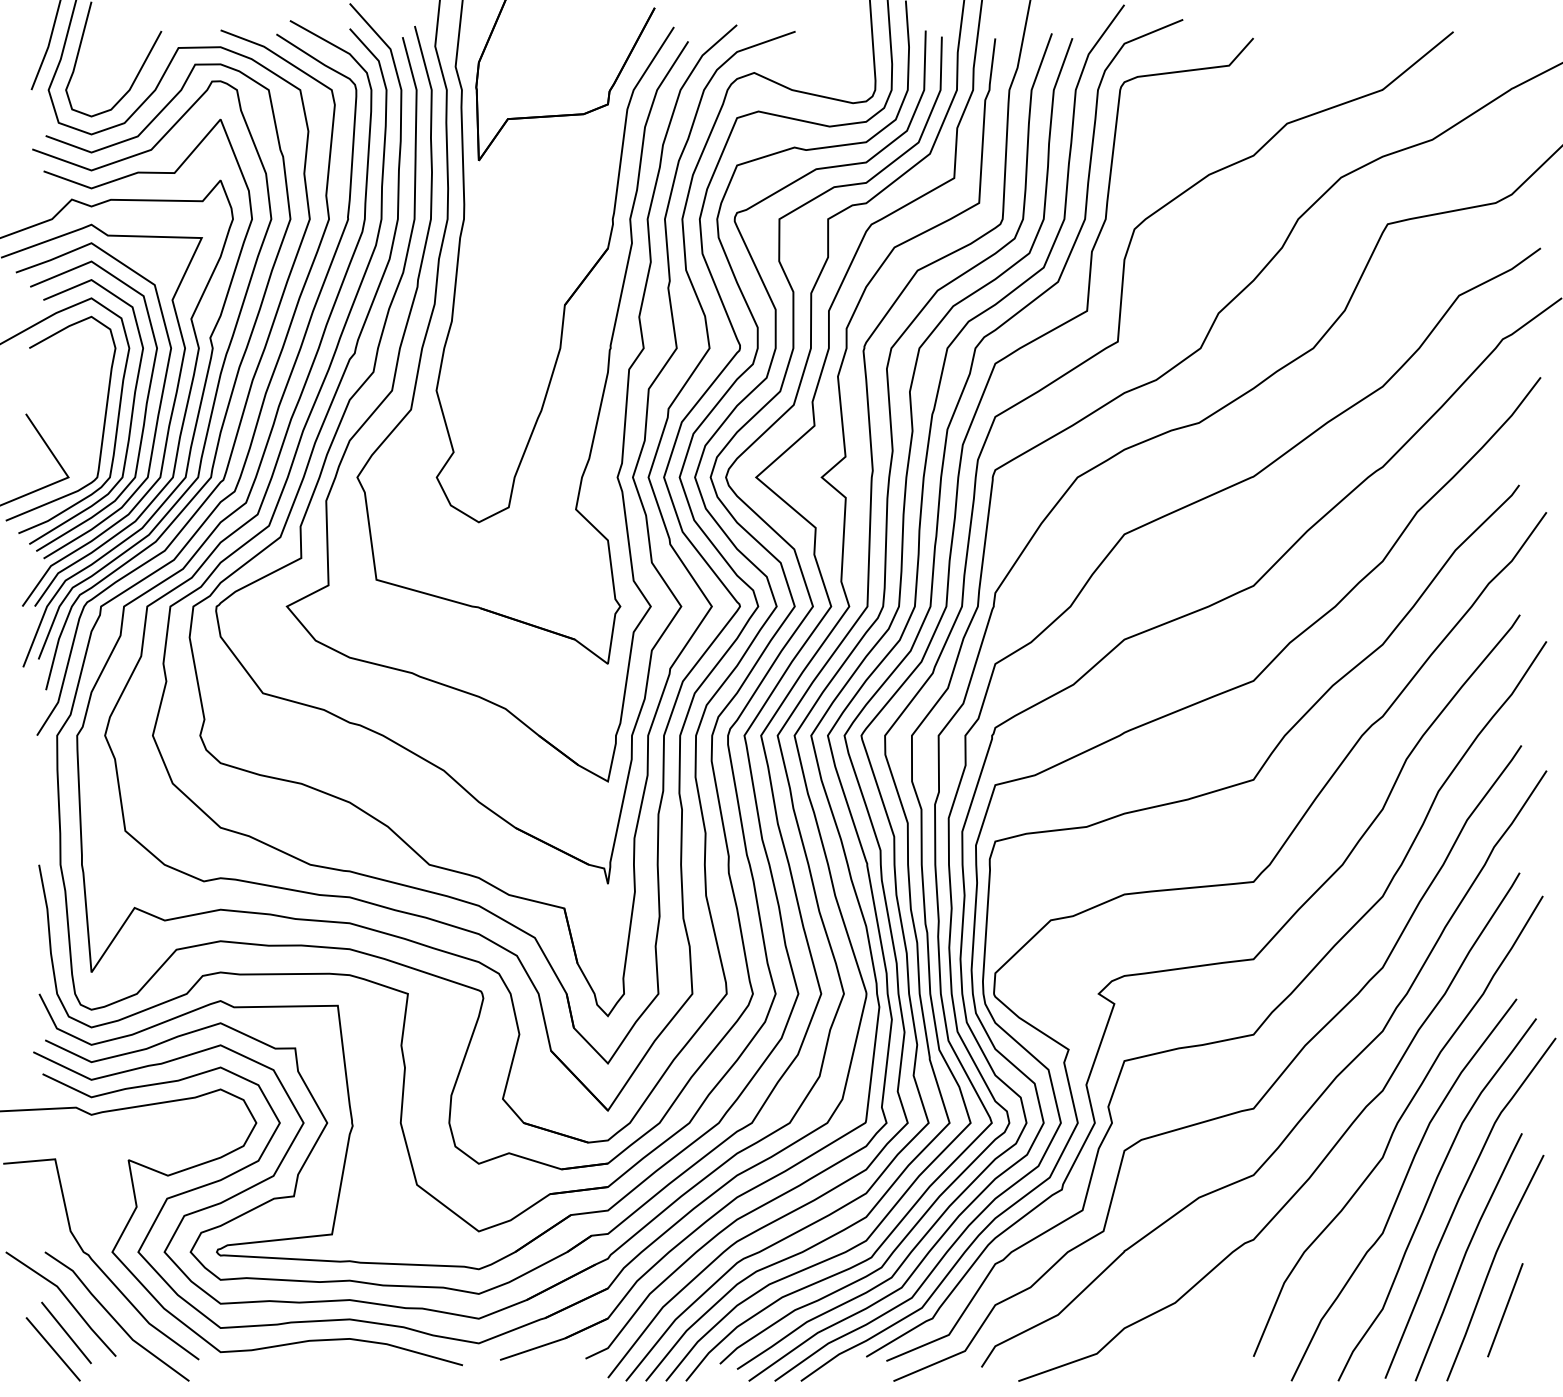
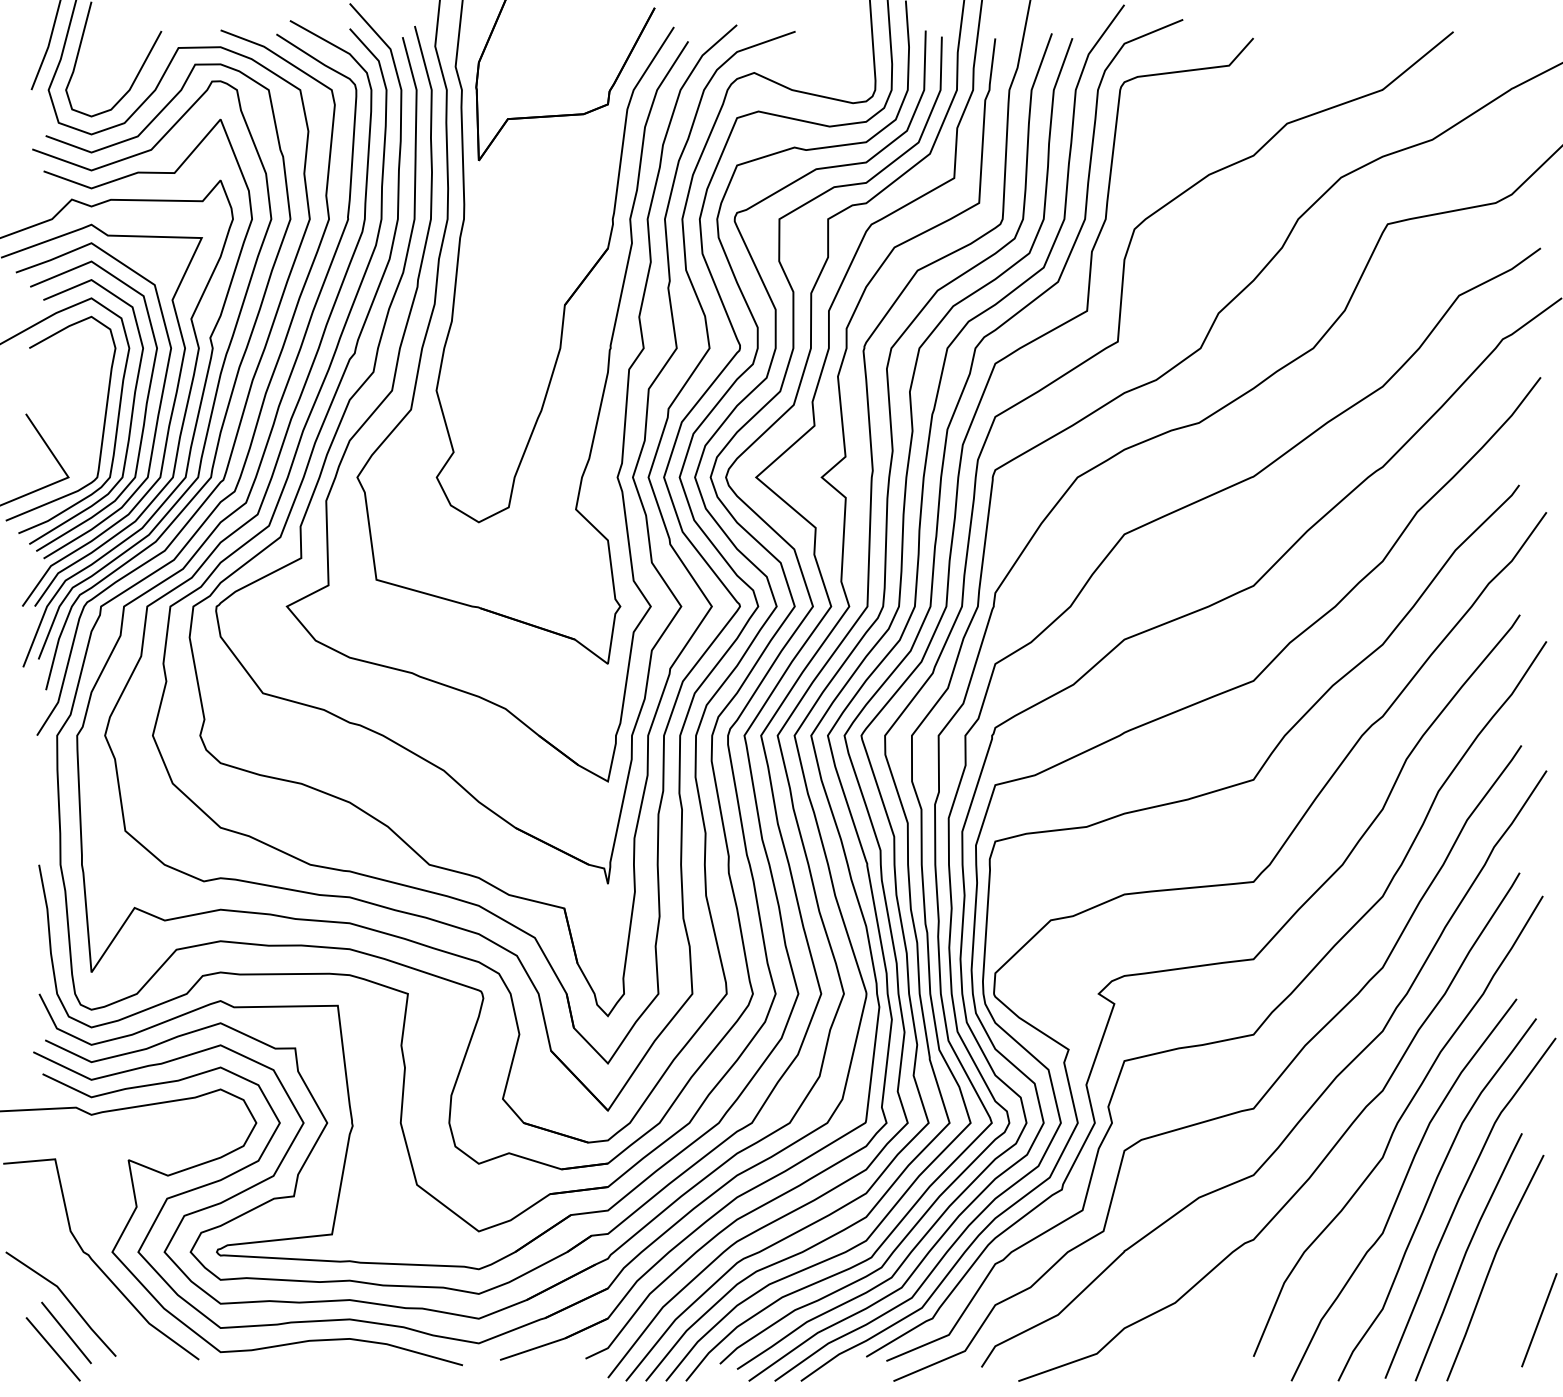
line at (1505, 1310) position: (1505, 1310) -> (1539, 1320)
line at (114, 1318): present -> none
